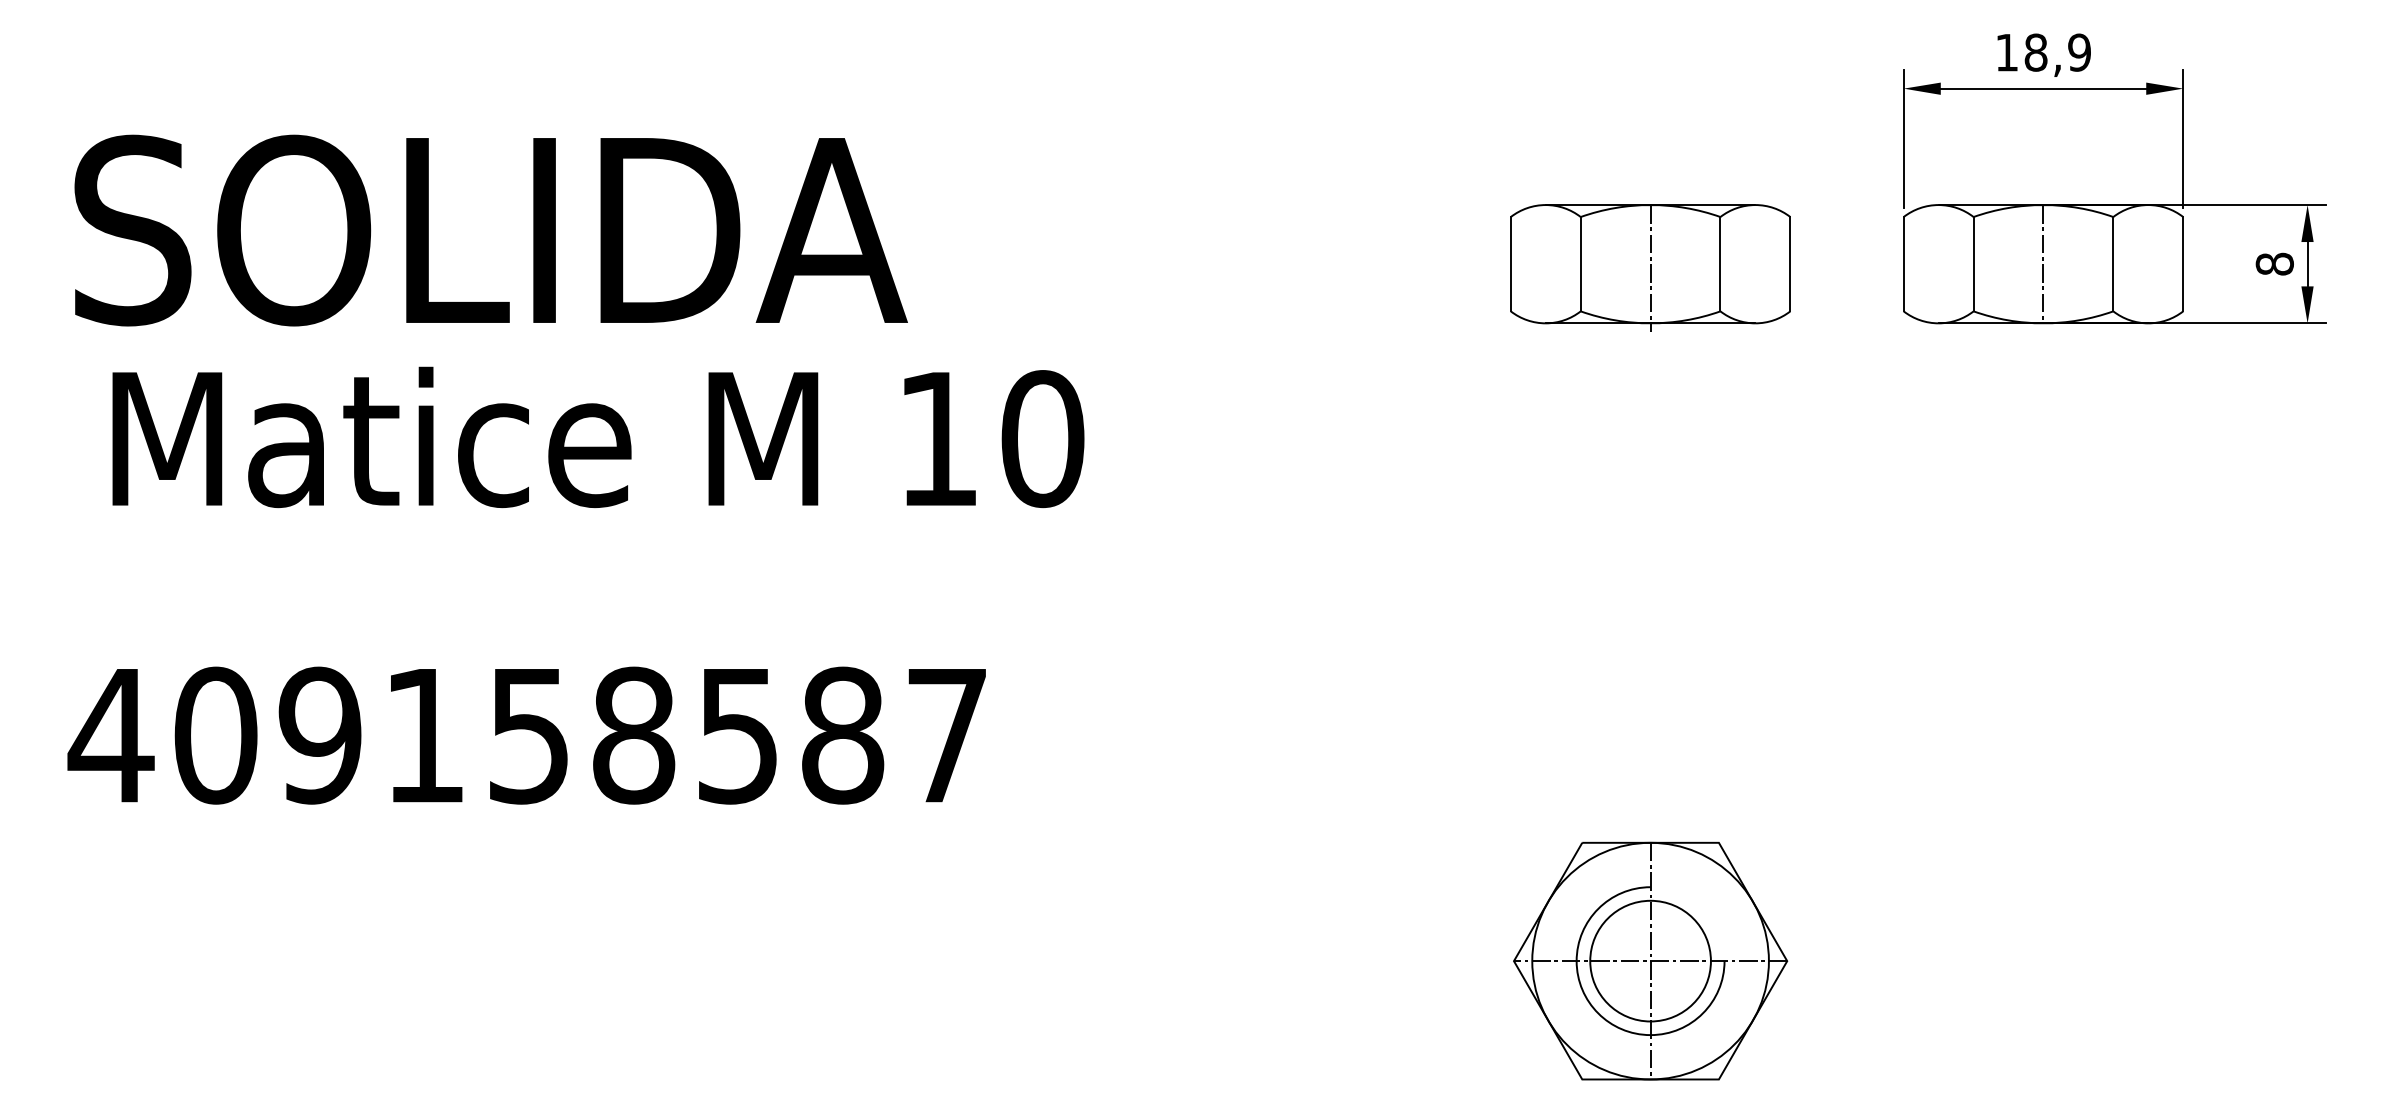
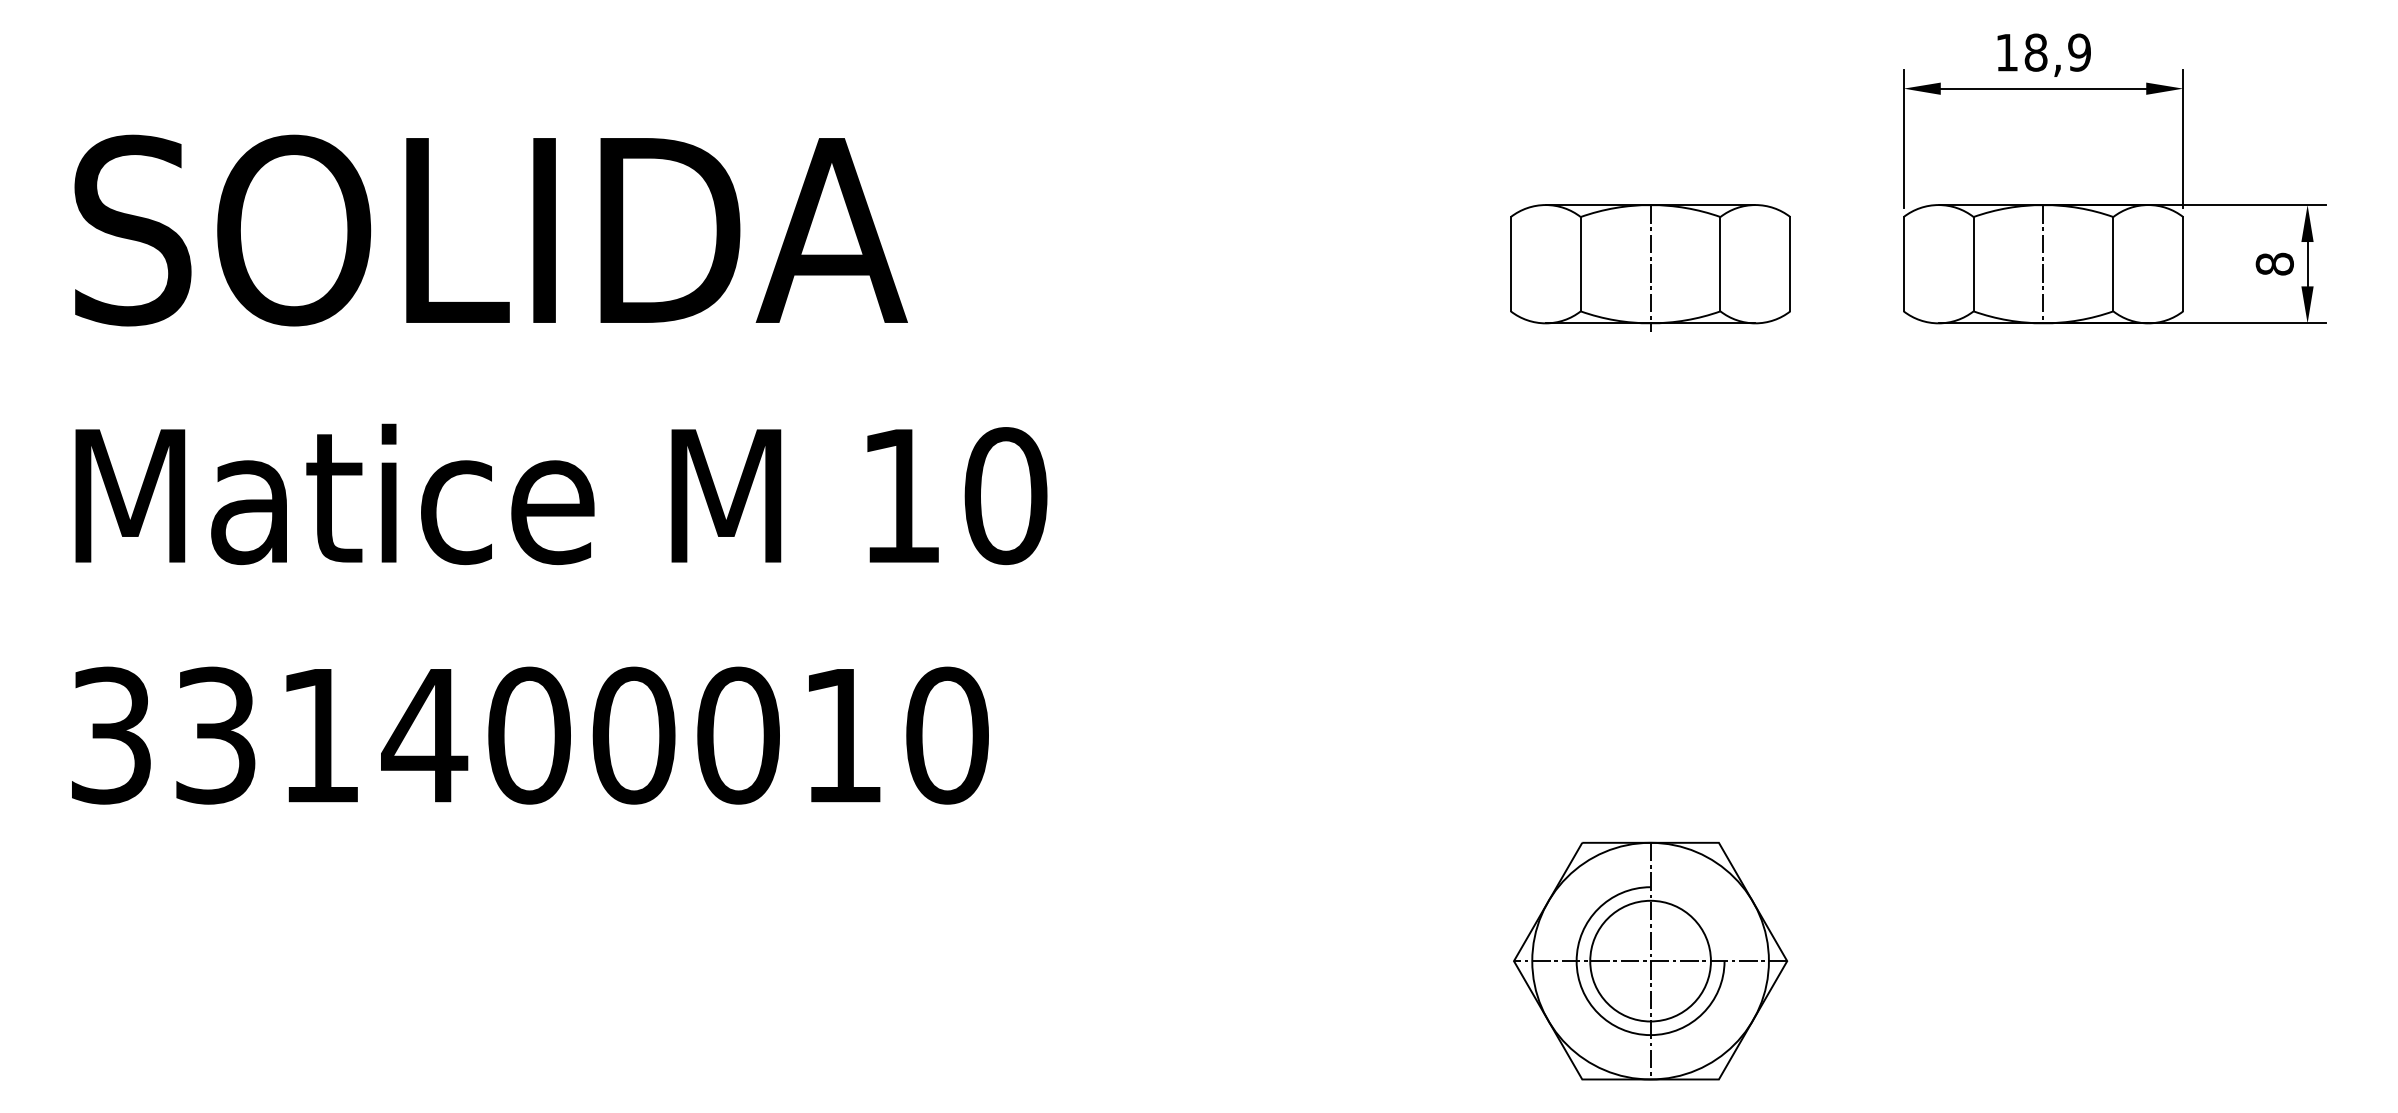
text at (598, 437) position: (598, 437) -> (561, 494)
text at (527, 735): 409158587 -> 331400010
